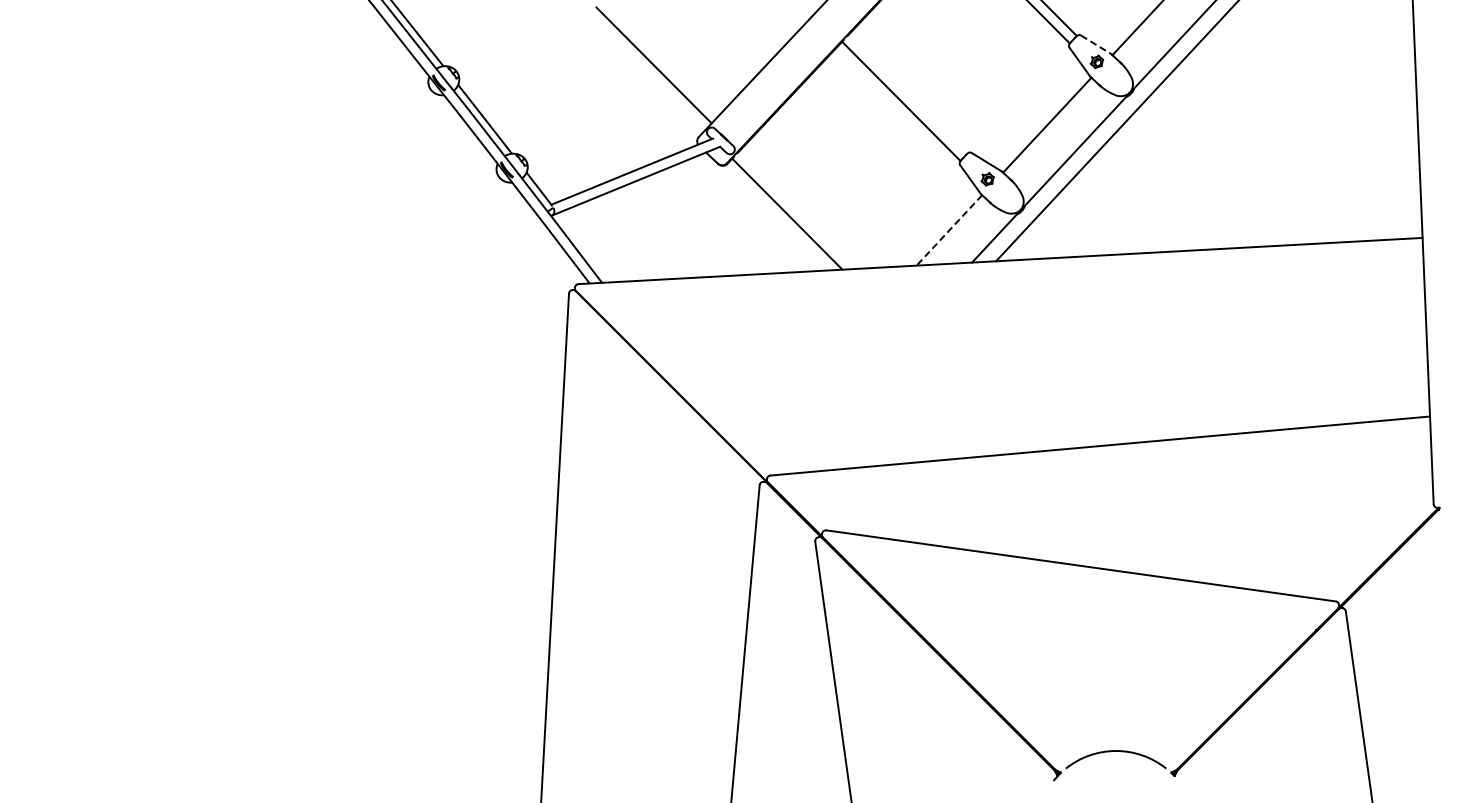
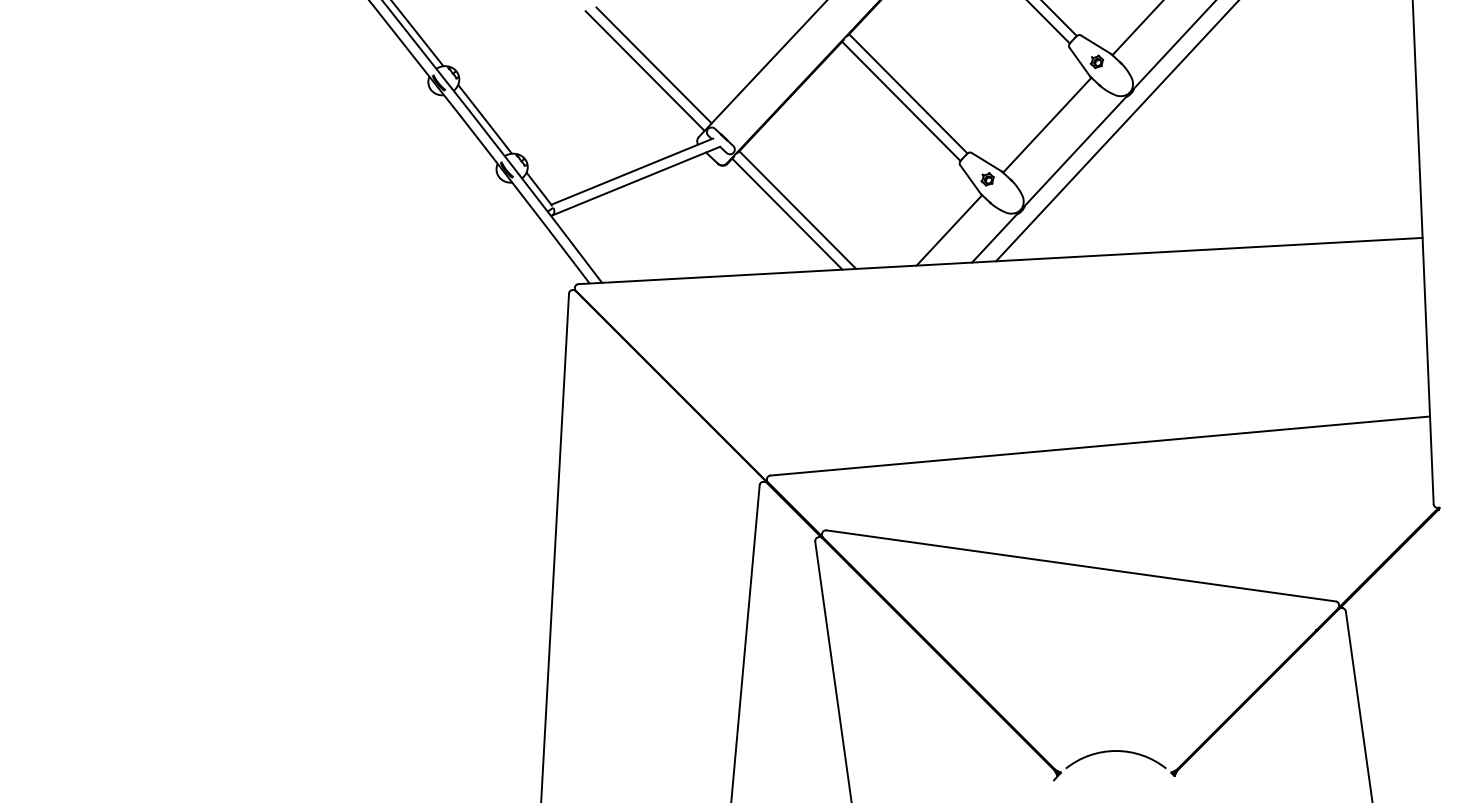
line at (1096, 44): dashed -> solid
line at (644, 70): none -> present
line at (908, 93): none -> present
line at (797, 209): none -> present
line at (949, 230): dashed -> solid
